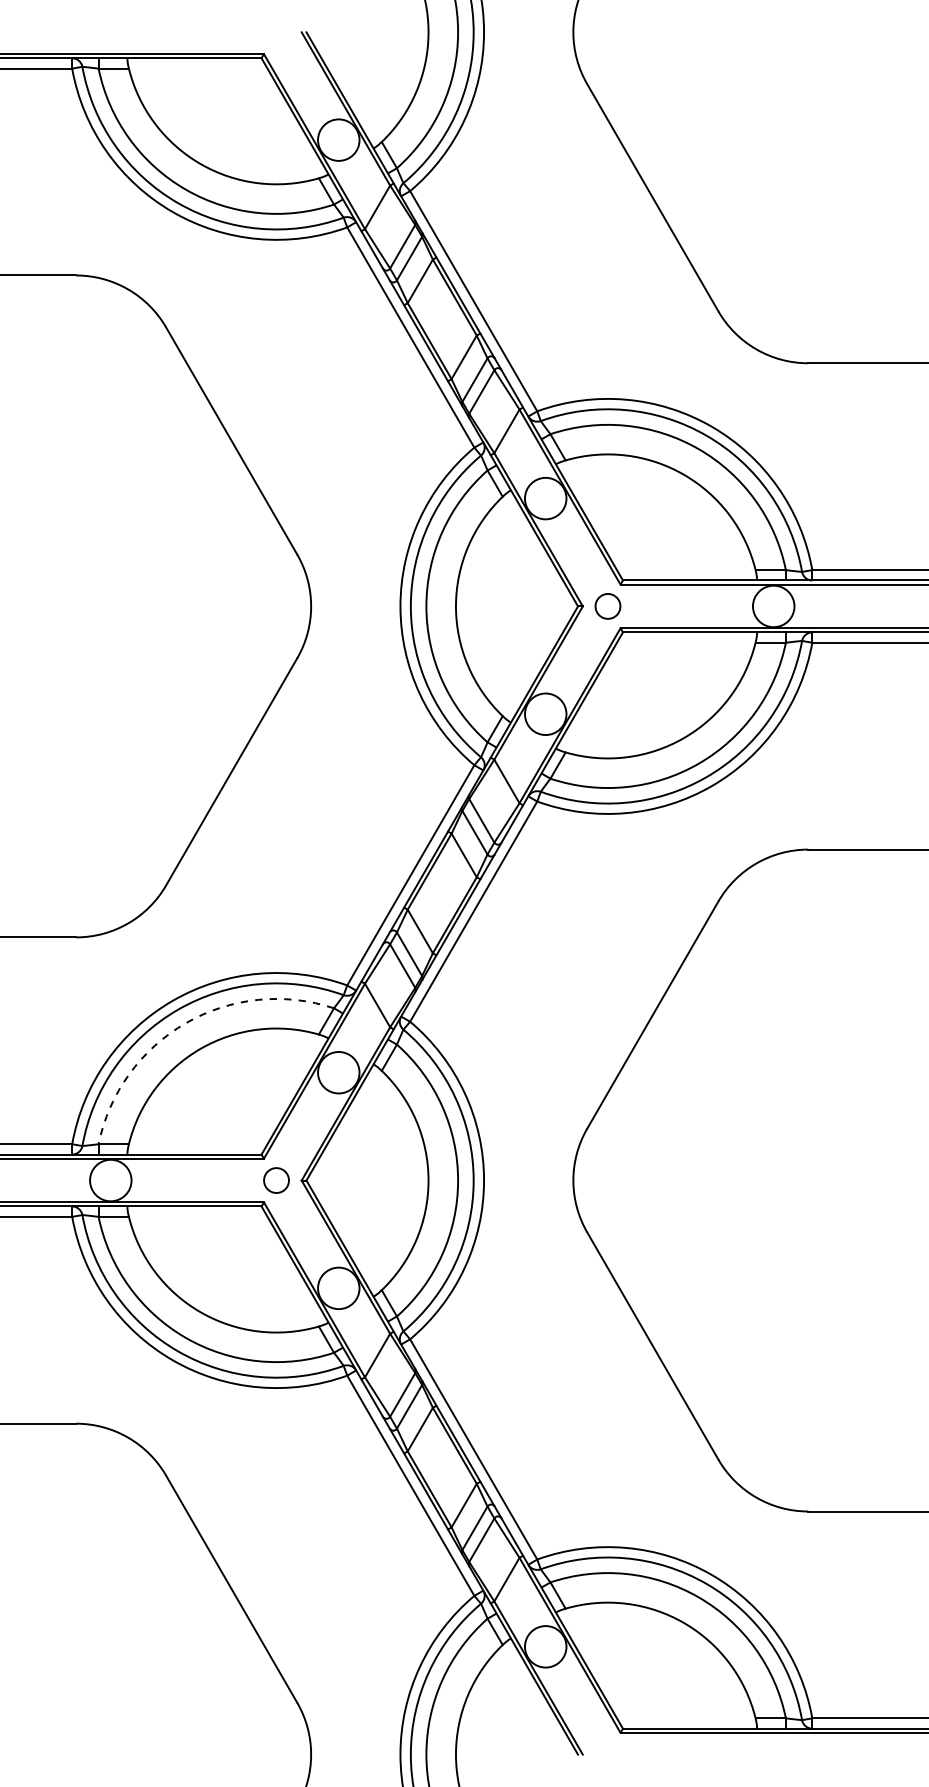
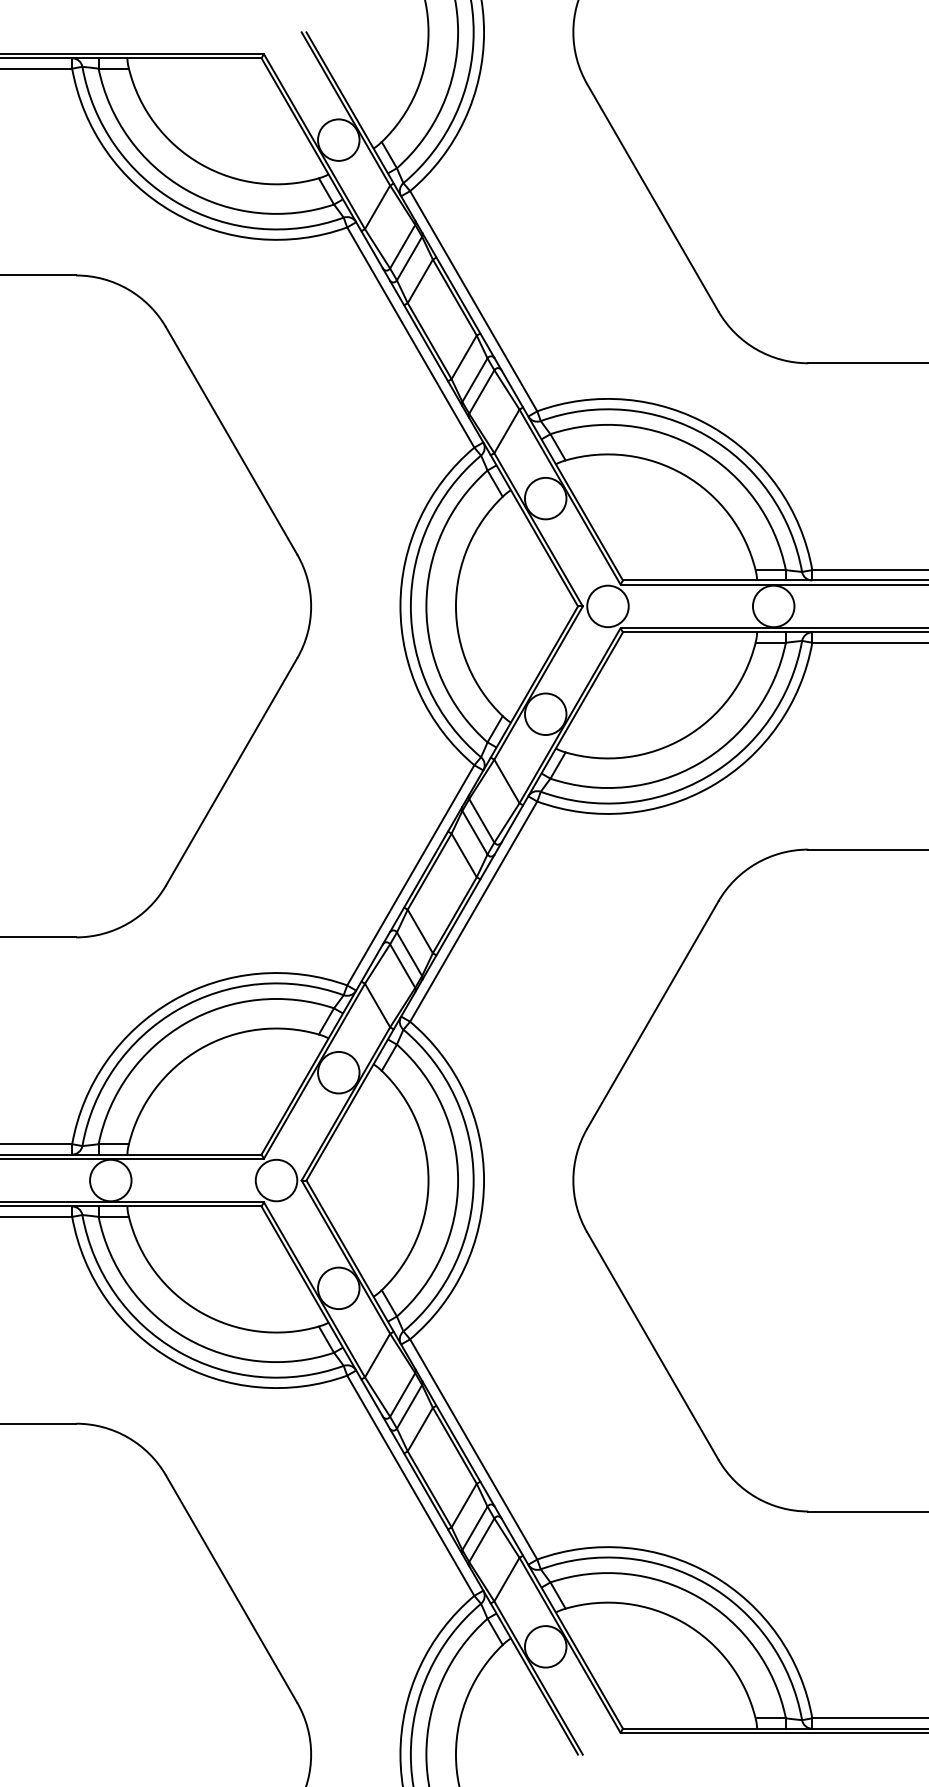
circle at (607, 606) diameter: 25 px -> 42 px
arc at (185, 1023): dashed -> solid
circle at (276, 1180) diameter: 25 px -> 42 px
